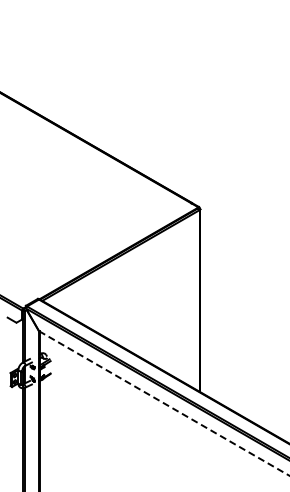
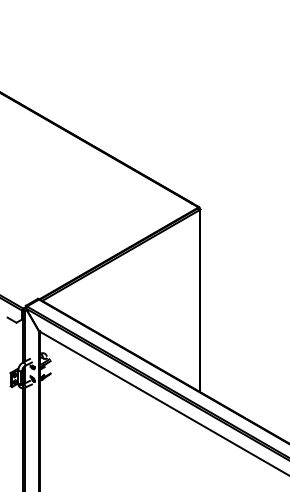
line at (164, 403): dashed -> solid
